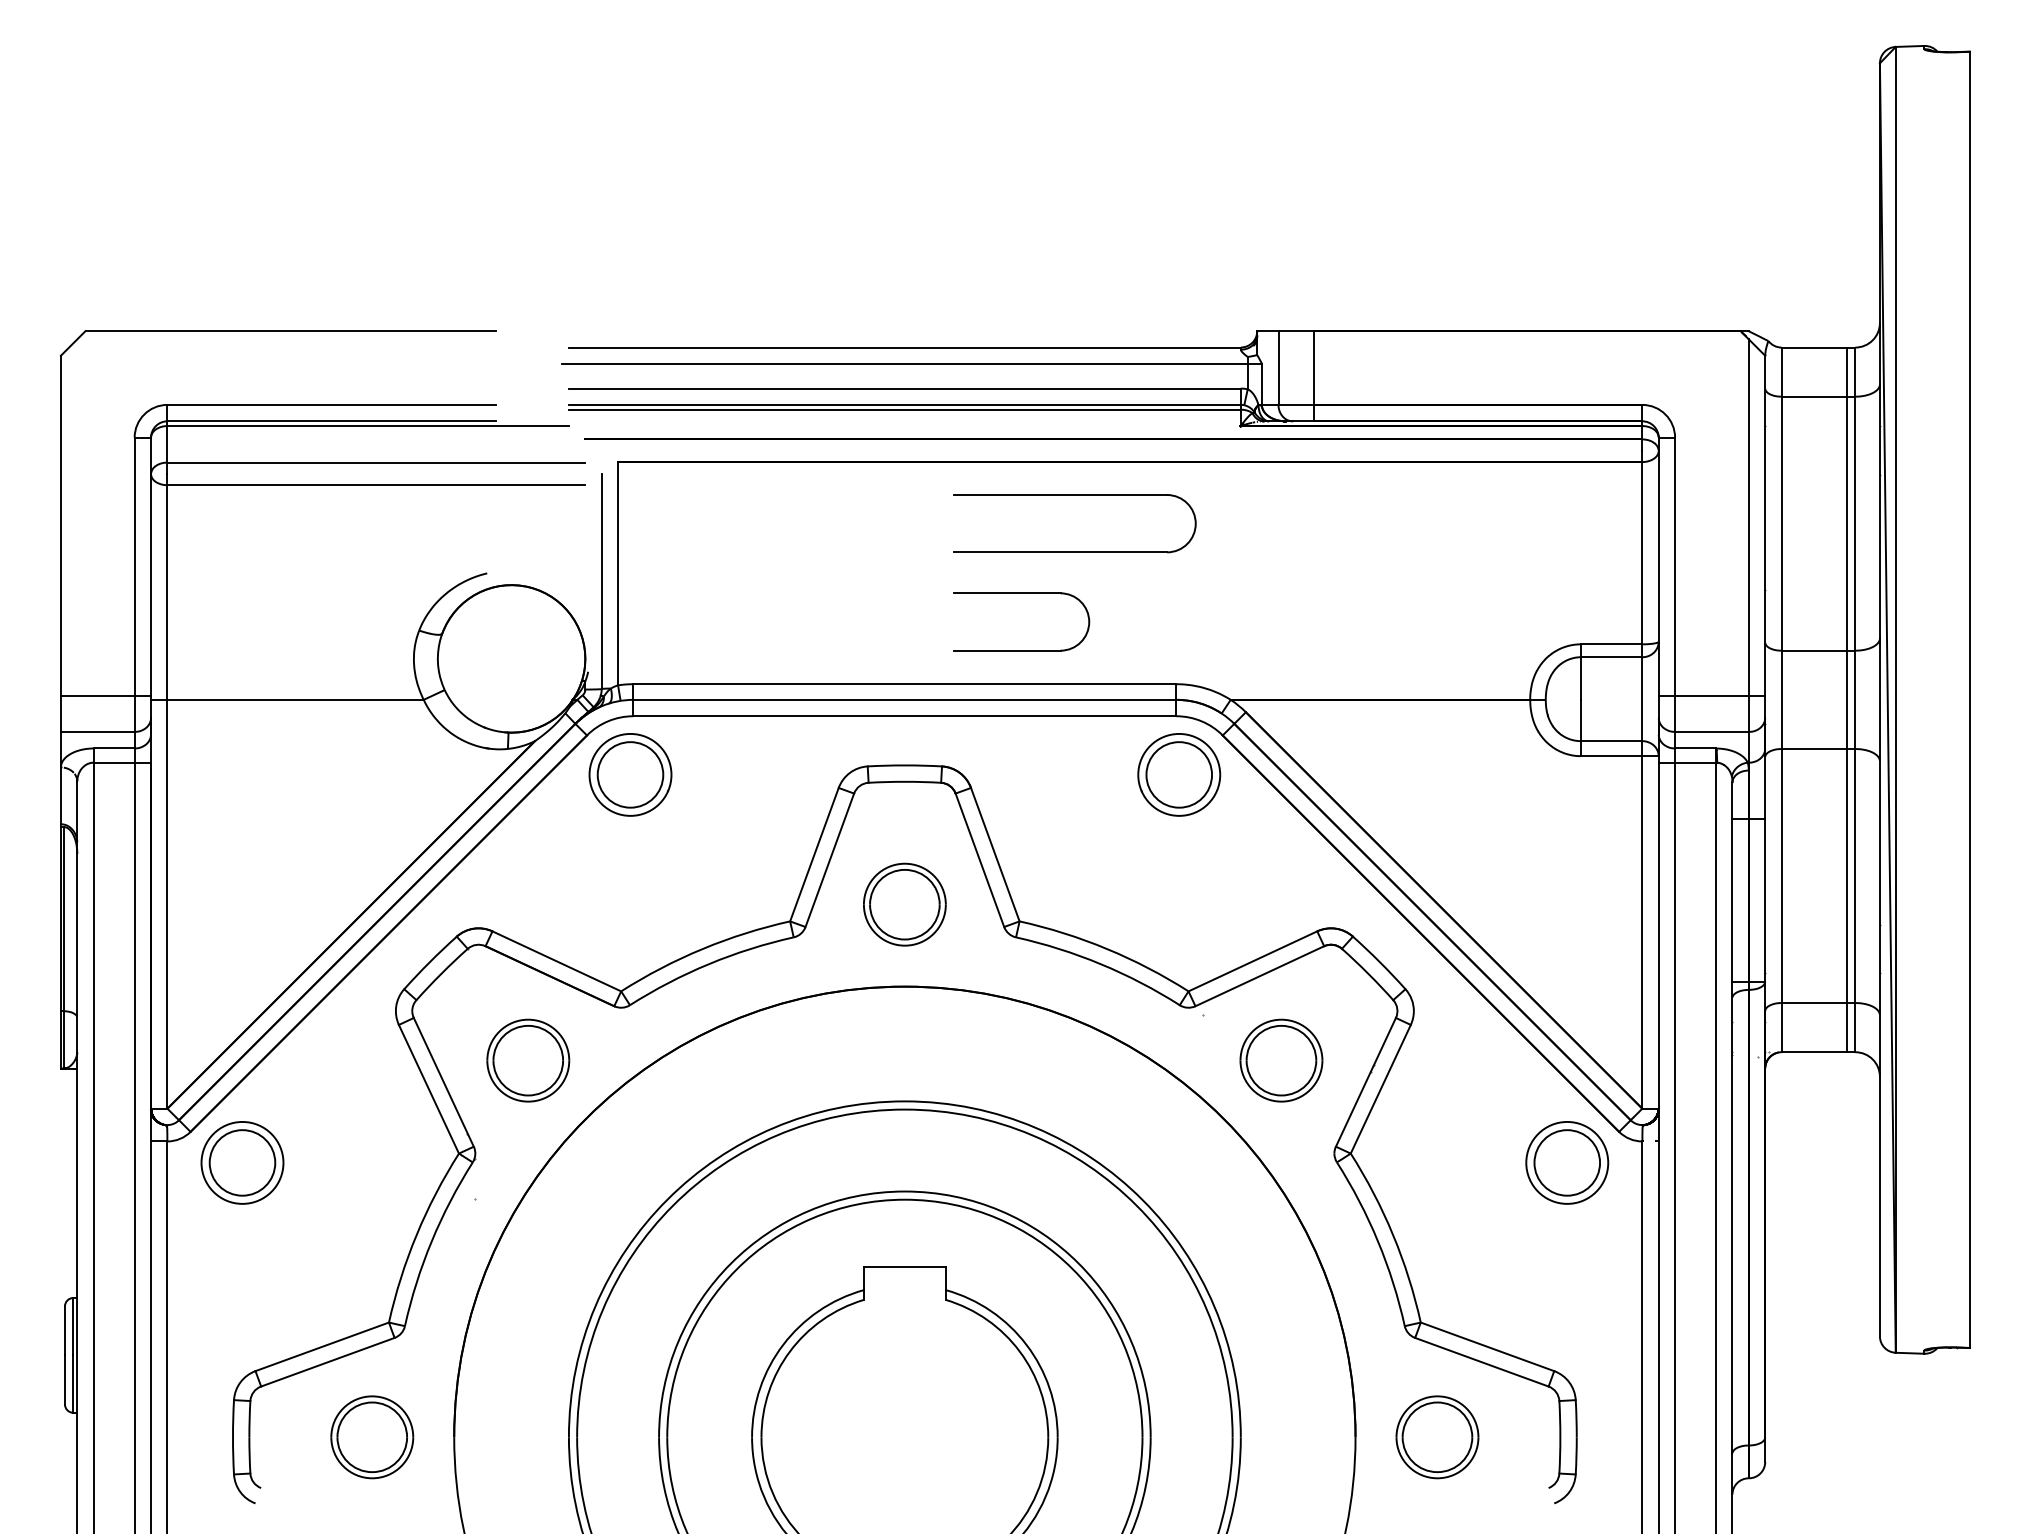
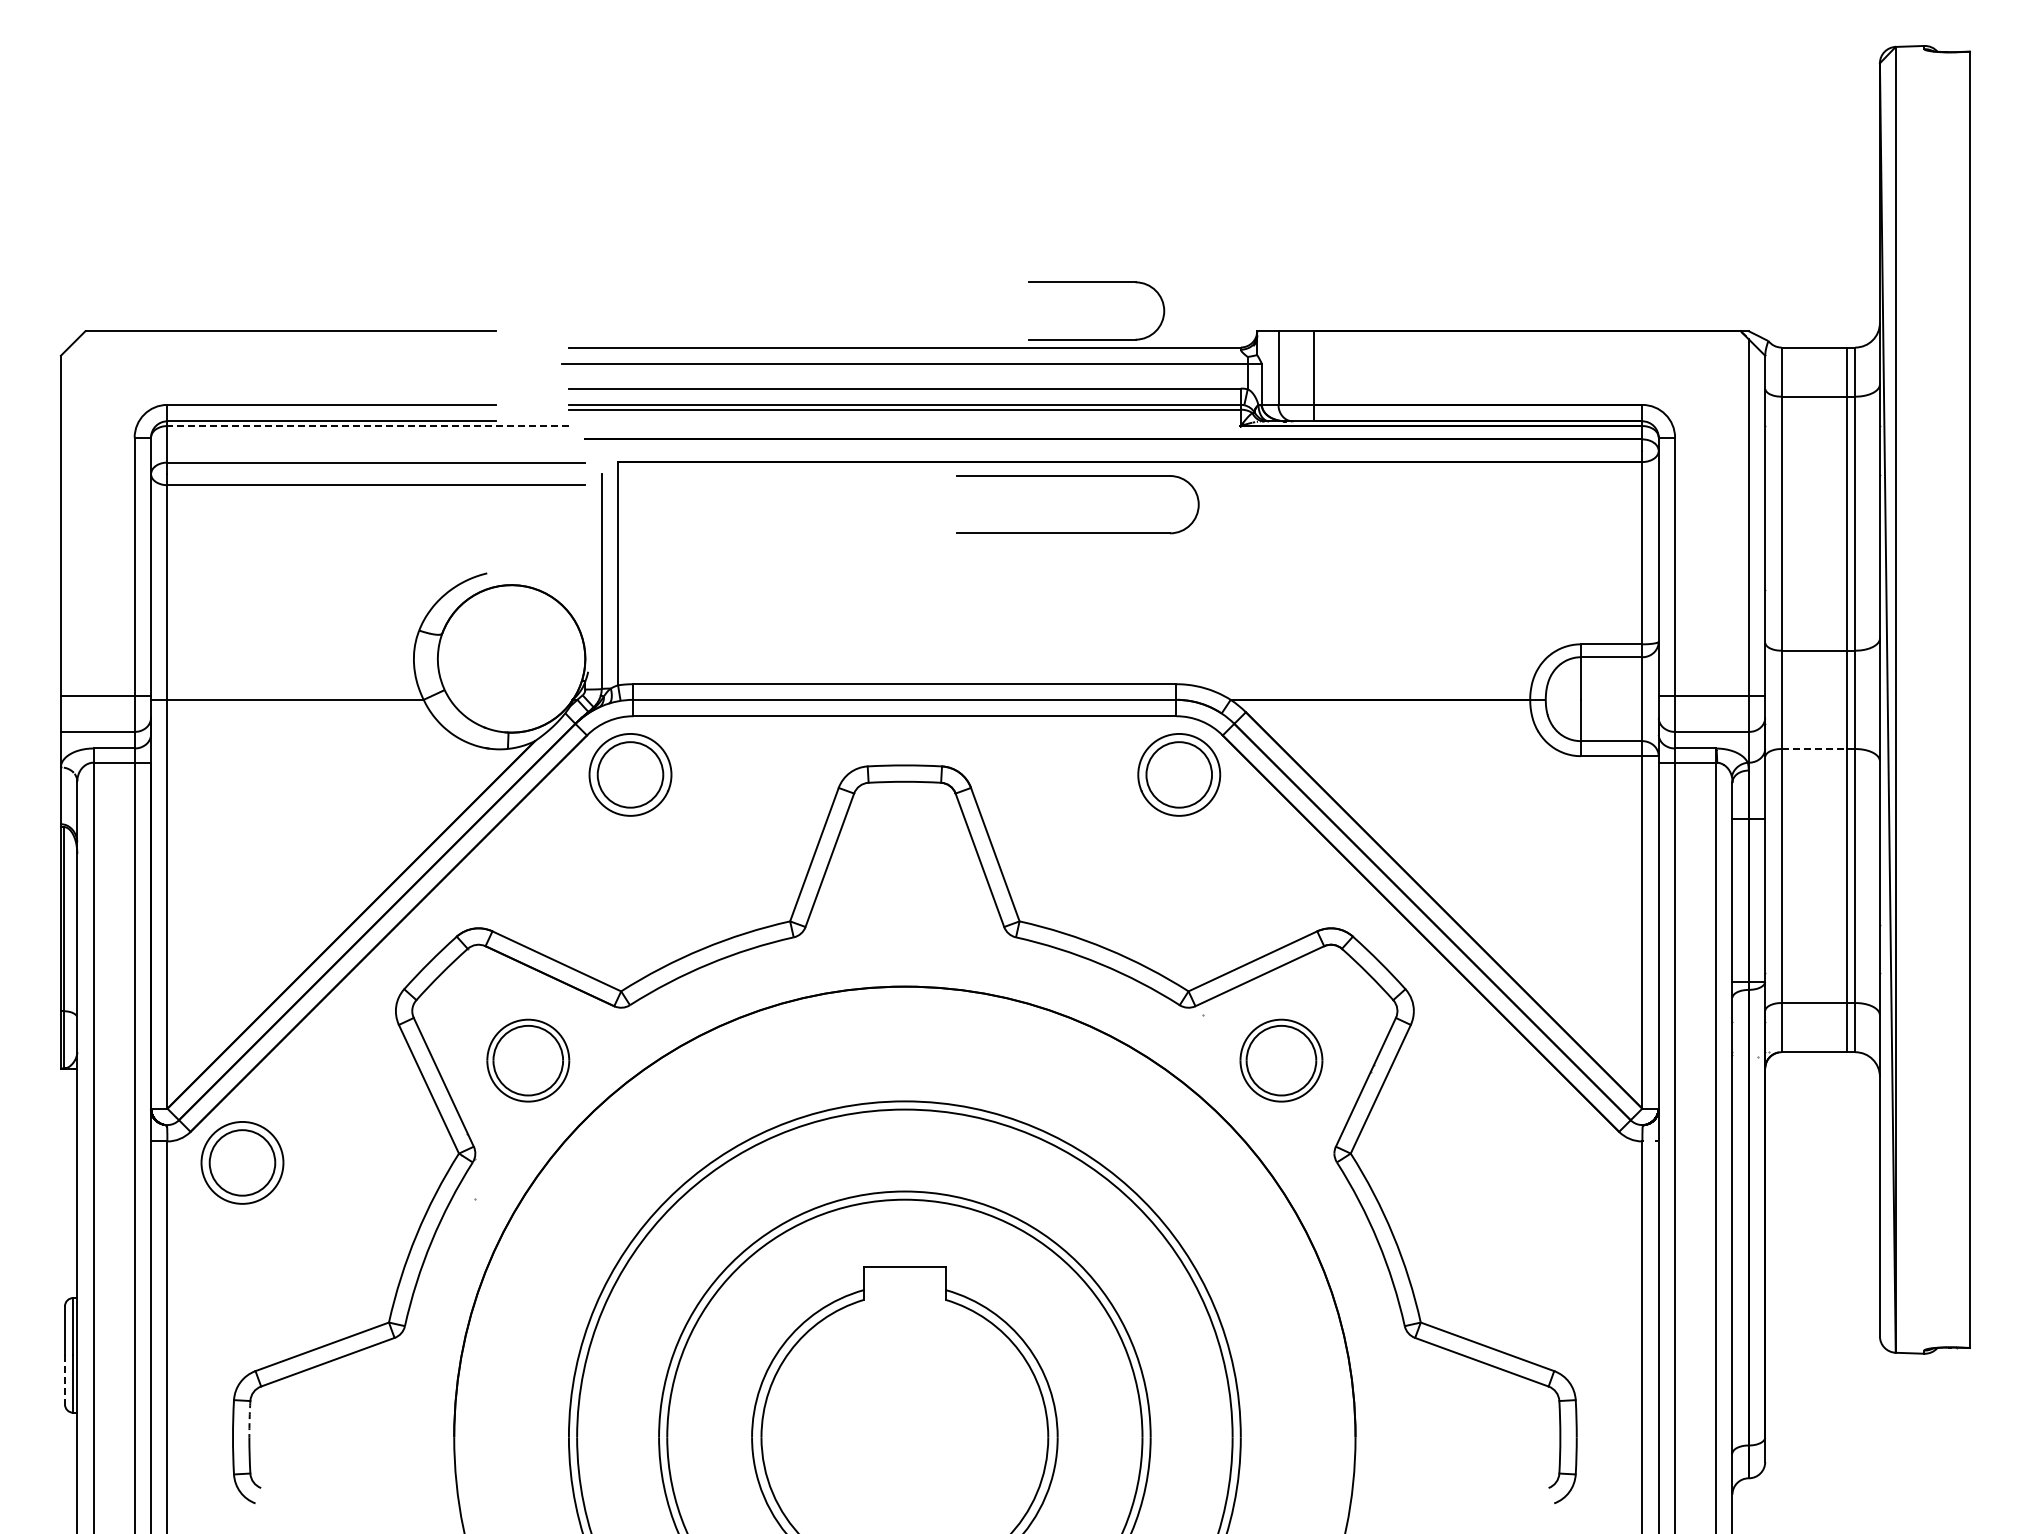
line at (368, 426): solid -> dashed
part at (1074, 495) position: (1074, 495) -> (1077, 476)
part at (1021, 593) position: (1021, 593) -> (1096, 282)
line at (1814, 749): solid -> dashed
part at (904, 904): present -> none
part at (1567, 1162): present -> none
line at (65, 1379): solid -> dashed
arc at (249, 1419): solid -> dashed
part at (372, 1437): present -> none
part at (1437, 1437): present -> none
